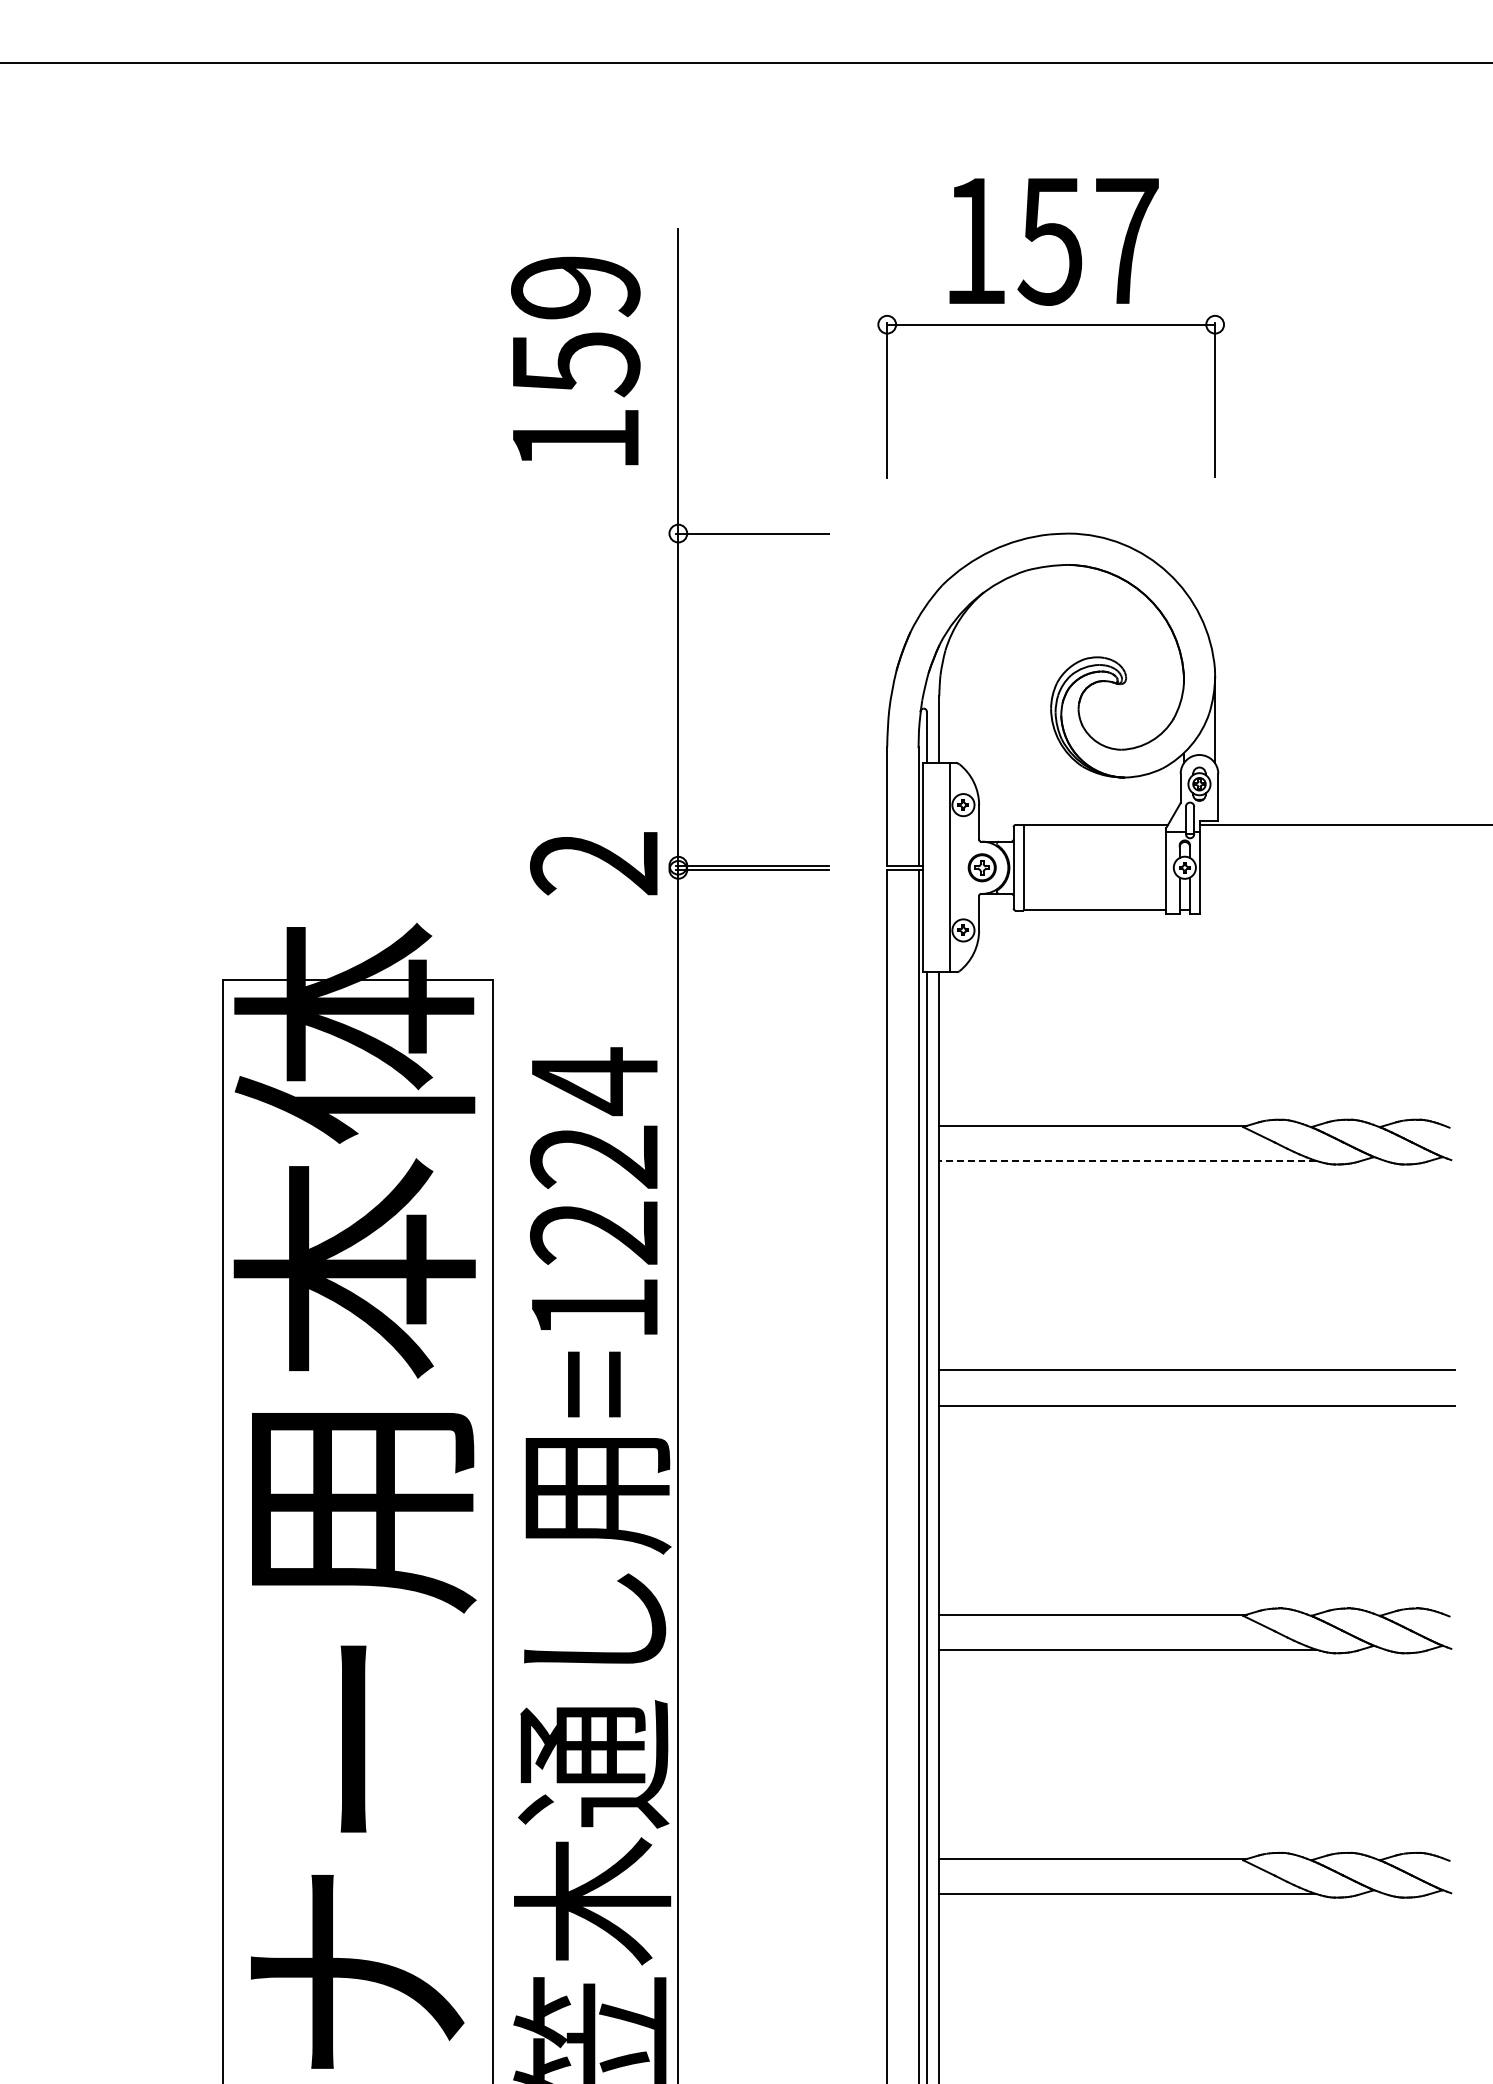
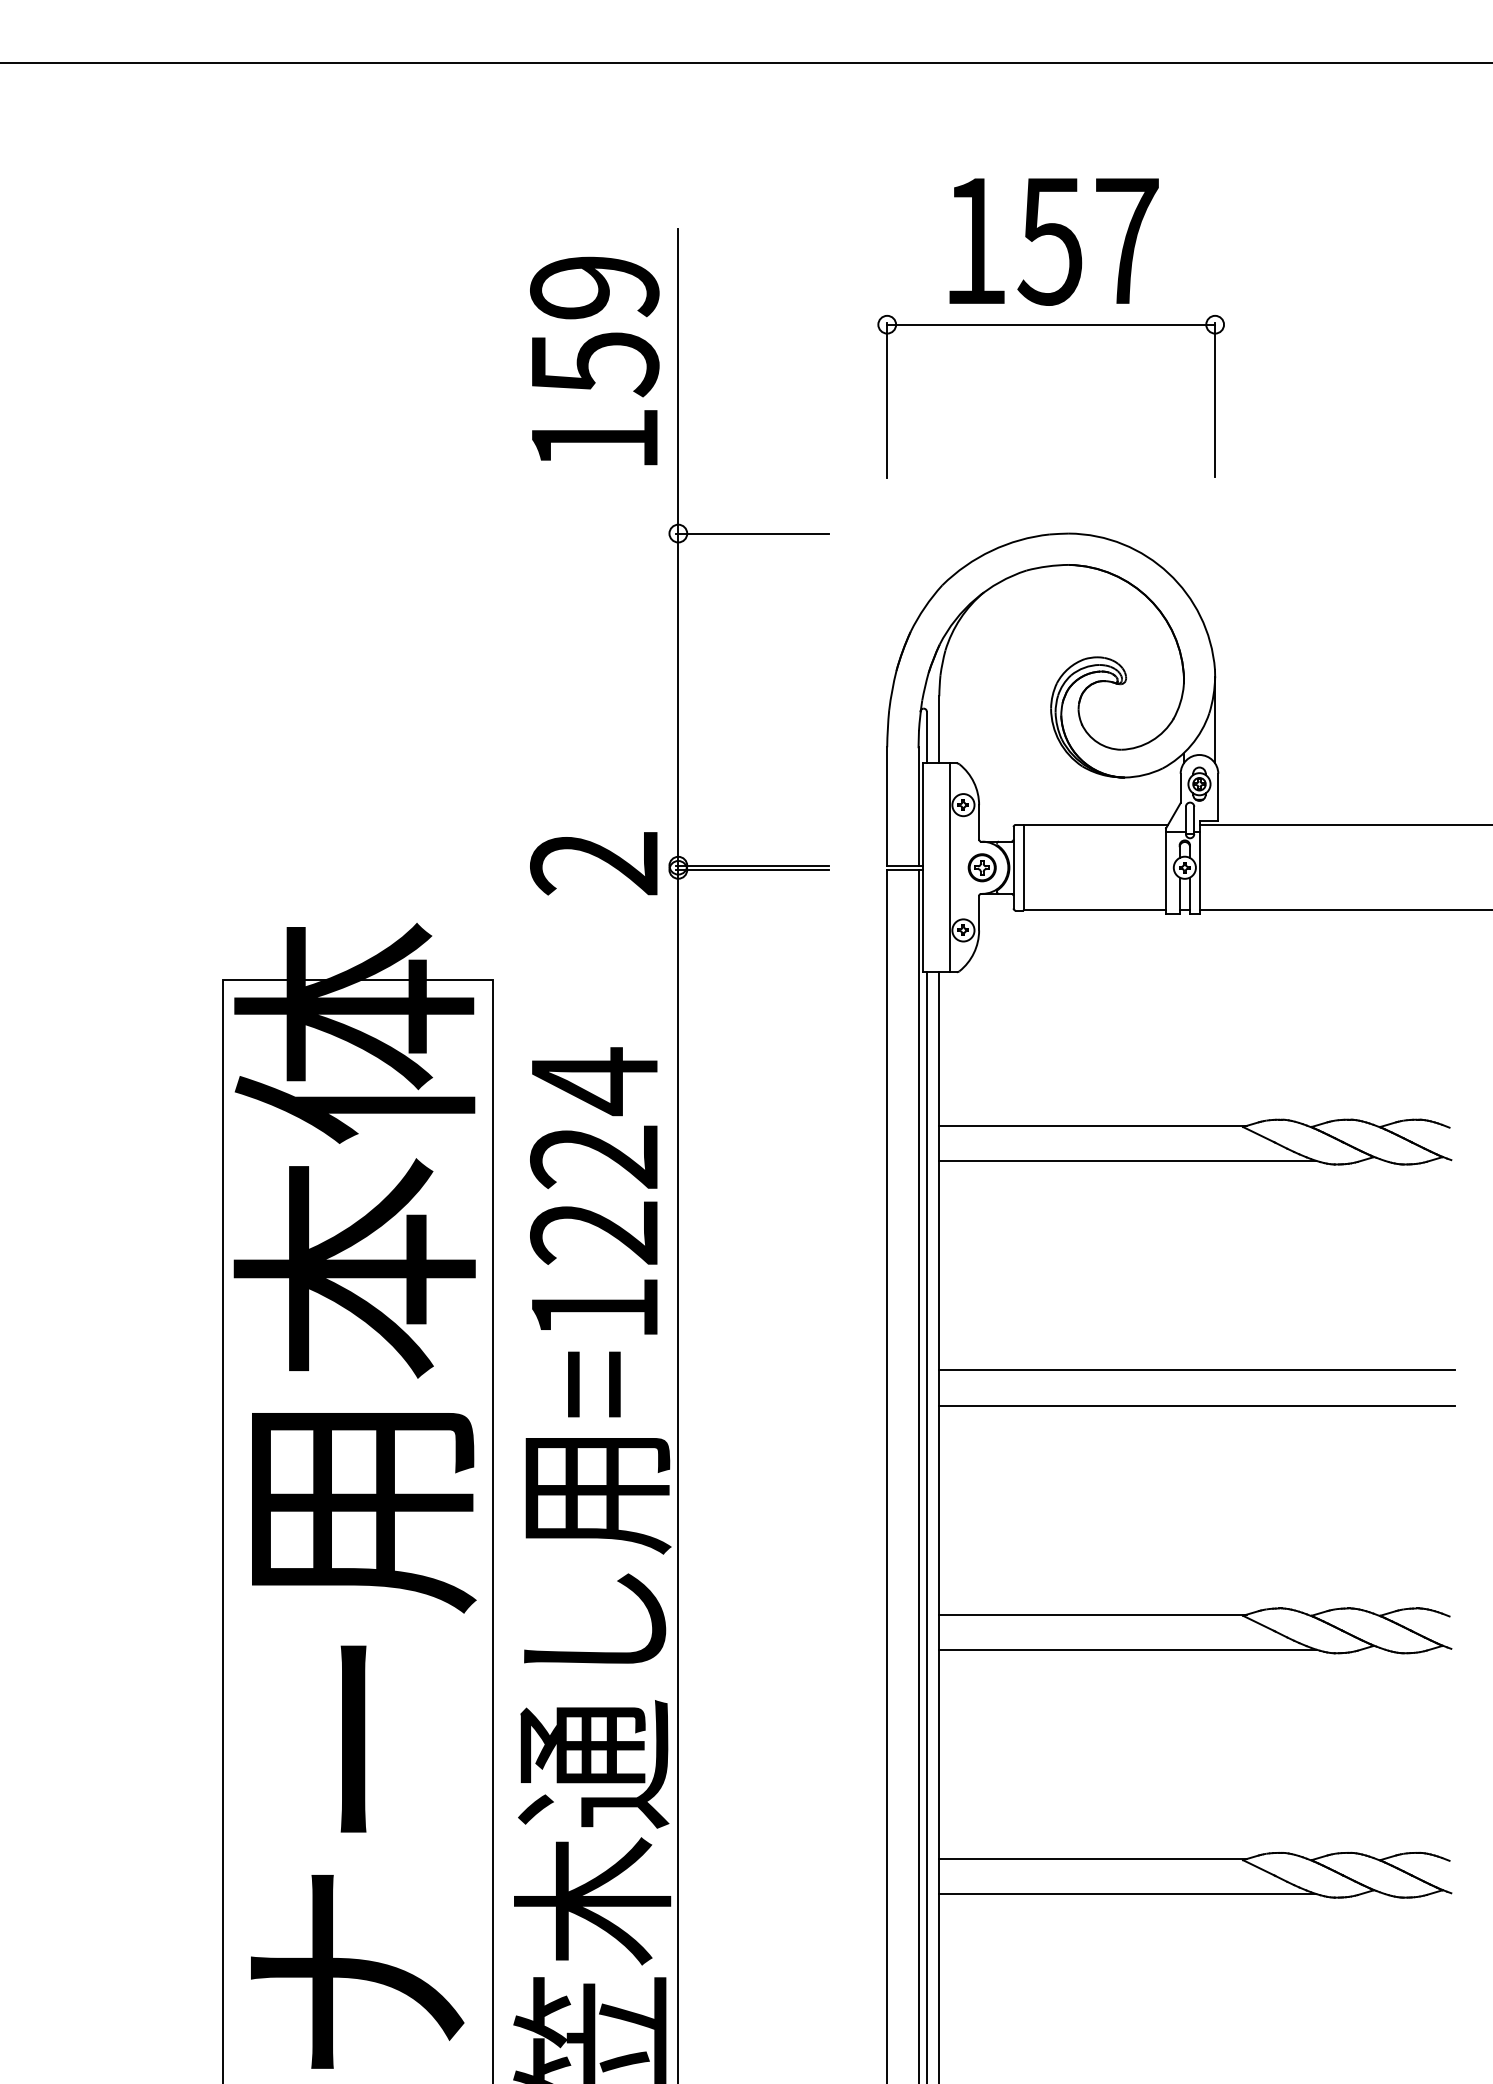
text at (575, 360) position: (575, 360) -> (594, 360)
line at (1344, 910): none -> present
line at (1127, 1161): dashed -> solid
